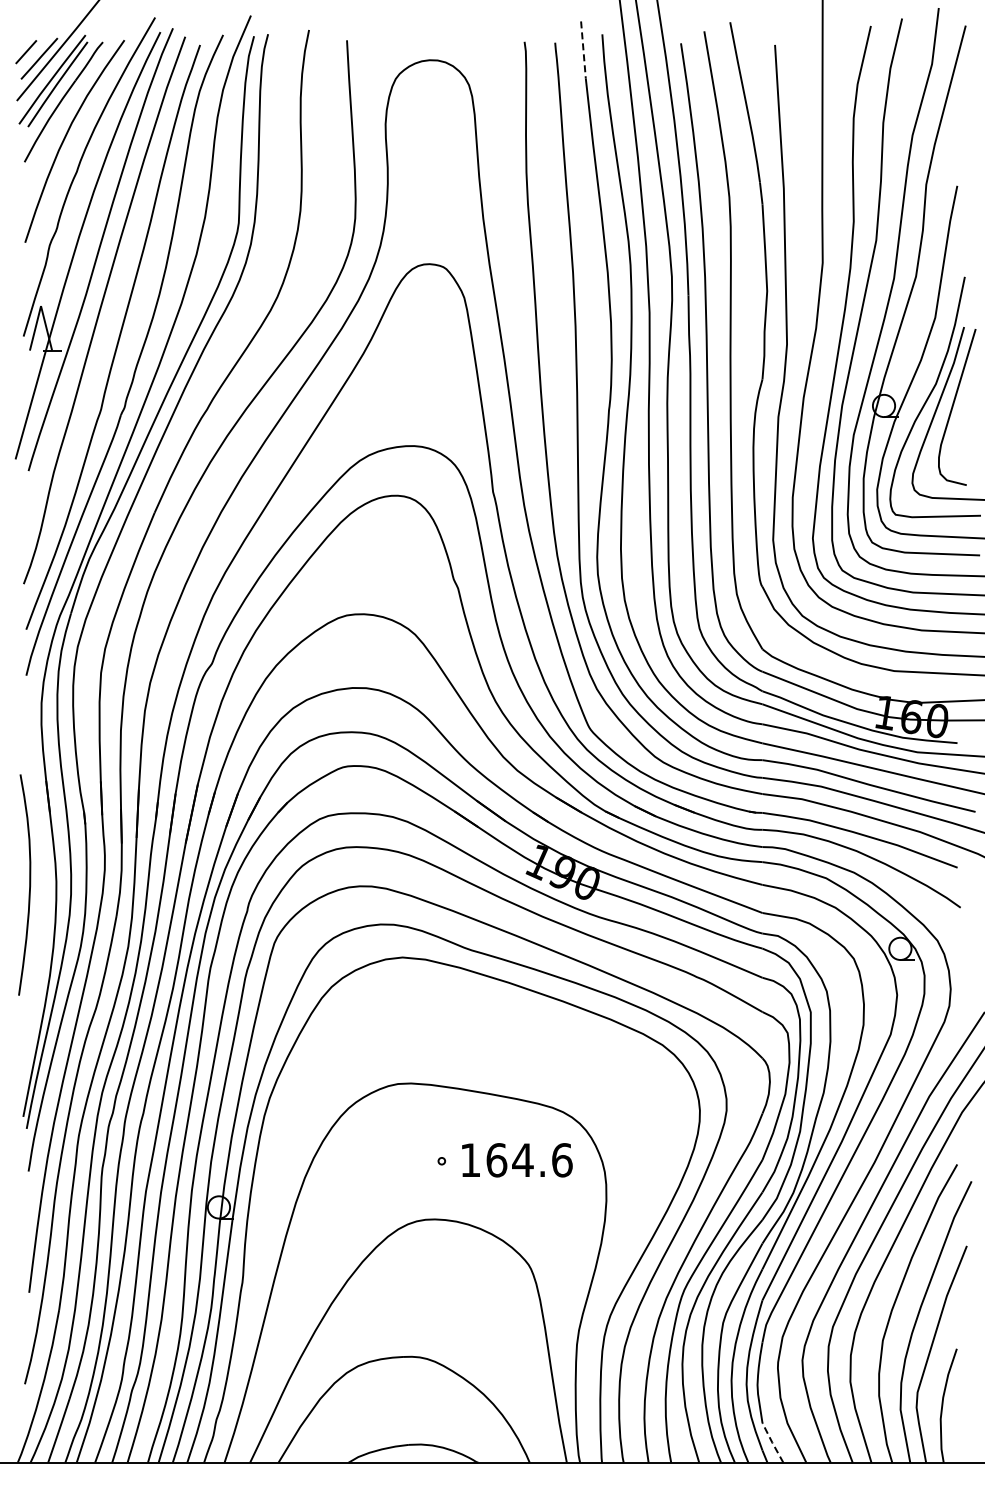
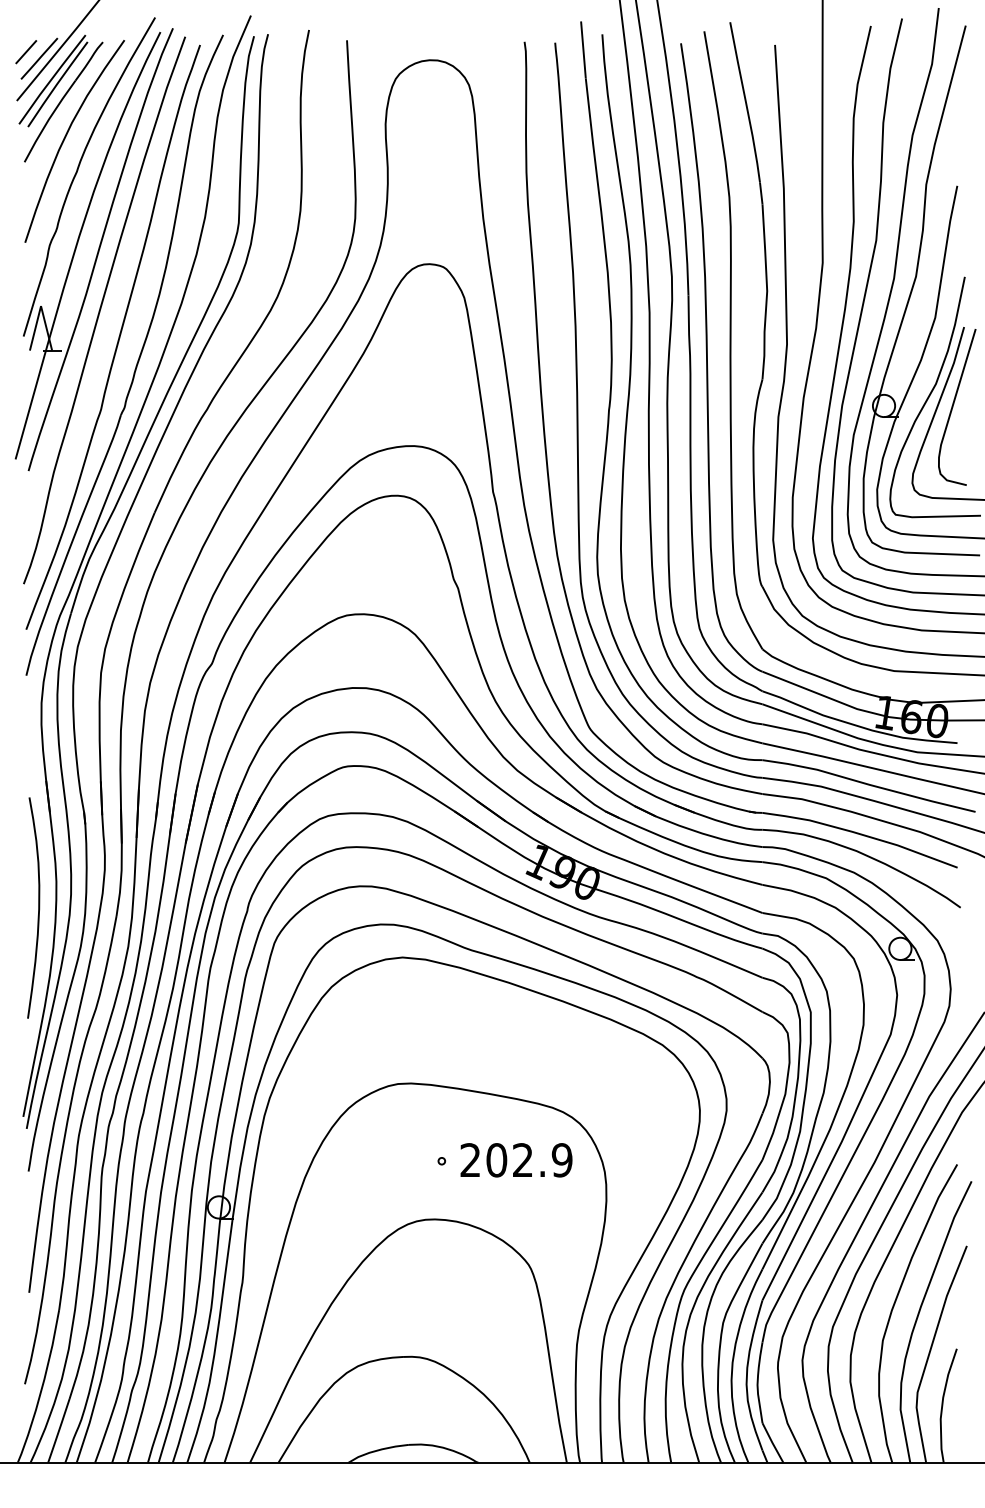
line at (583, 49): dashed -> solid
curve at (29, 884) position: (29, 884) -> (38, 907)
text at (516, 1160): 164.6 -> 202.9
line at (772, 1442): dashed -> solid
